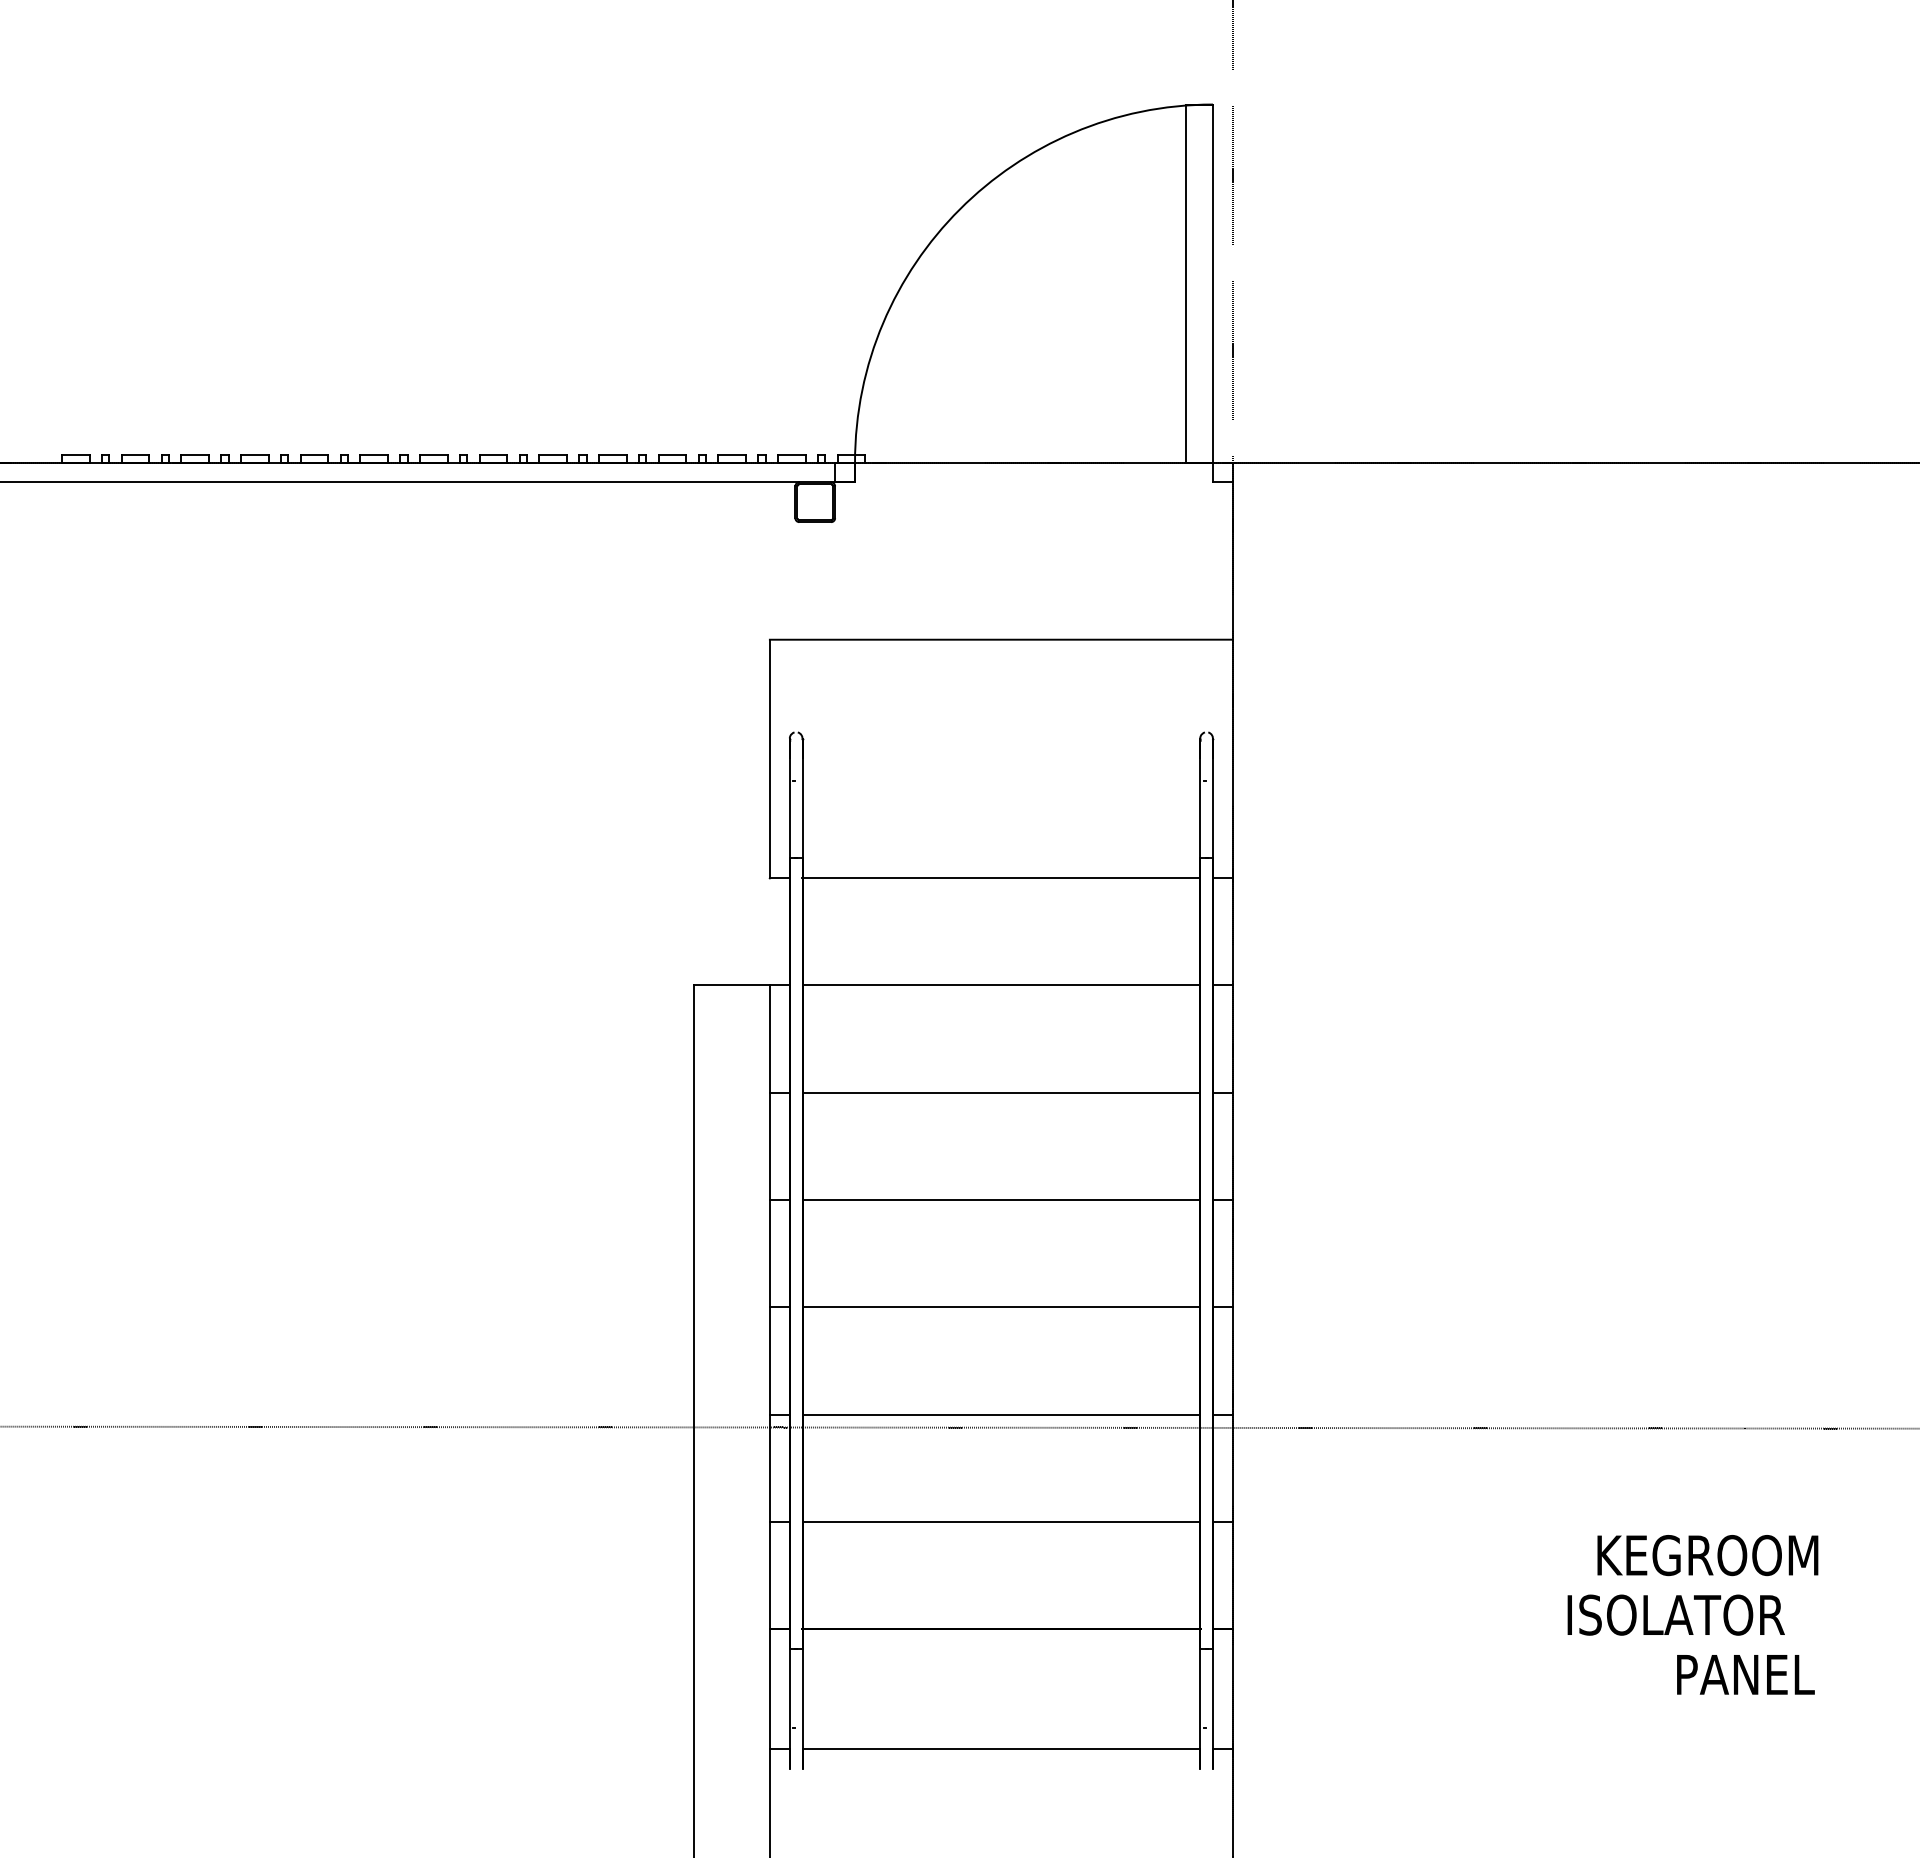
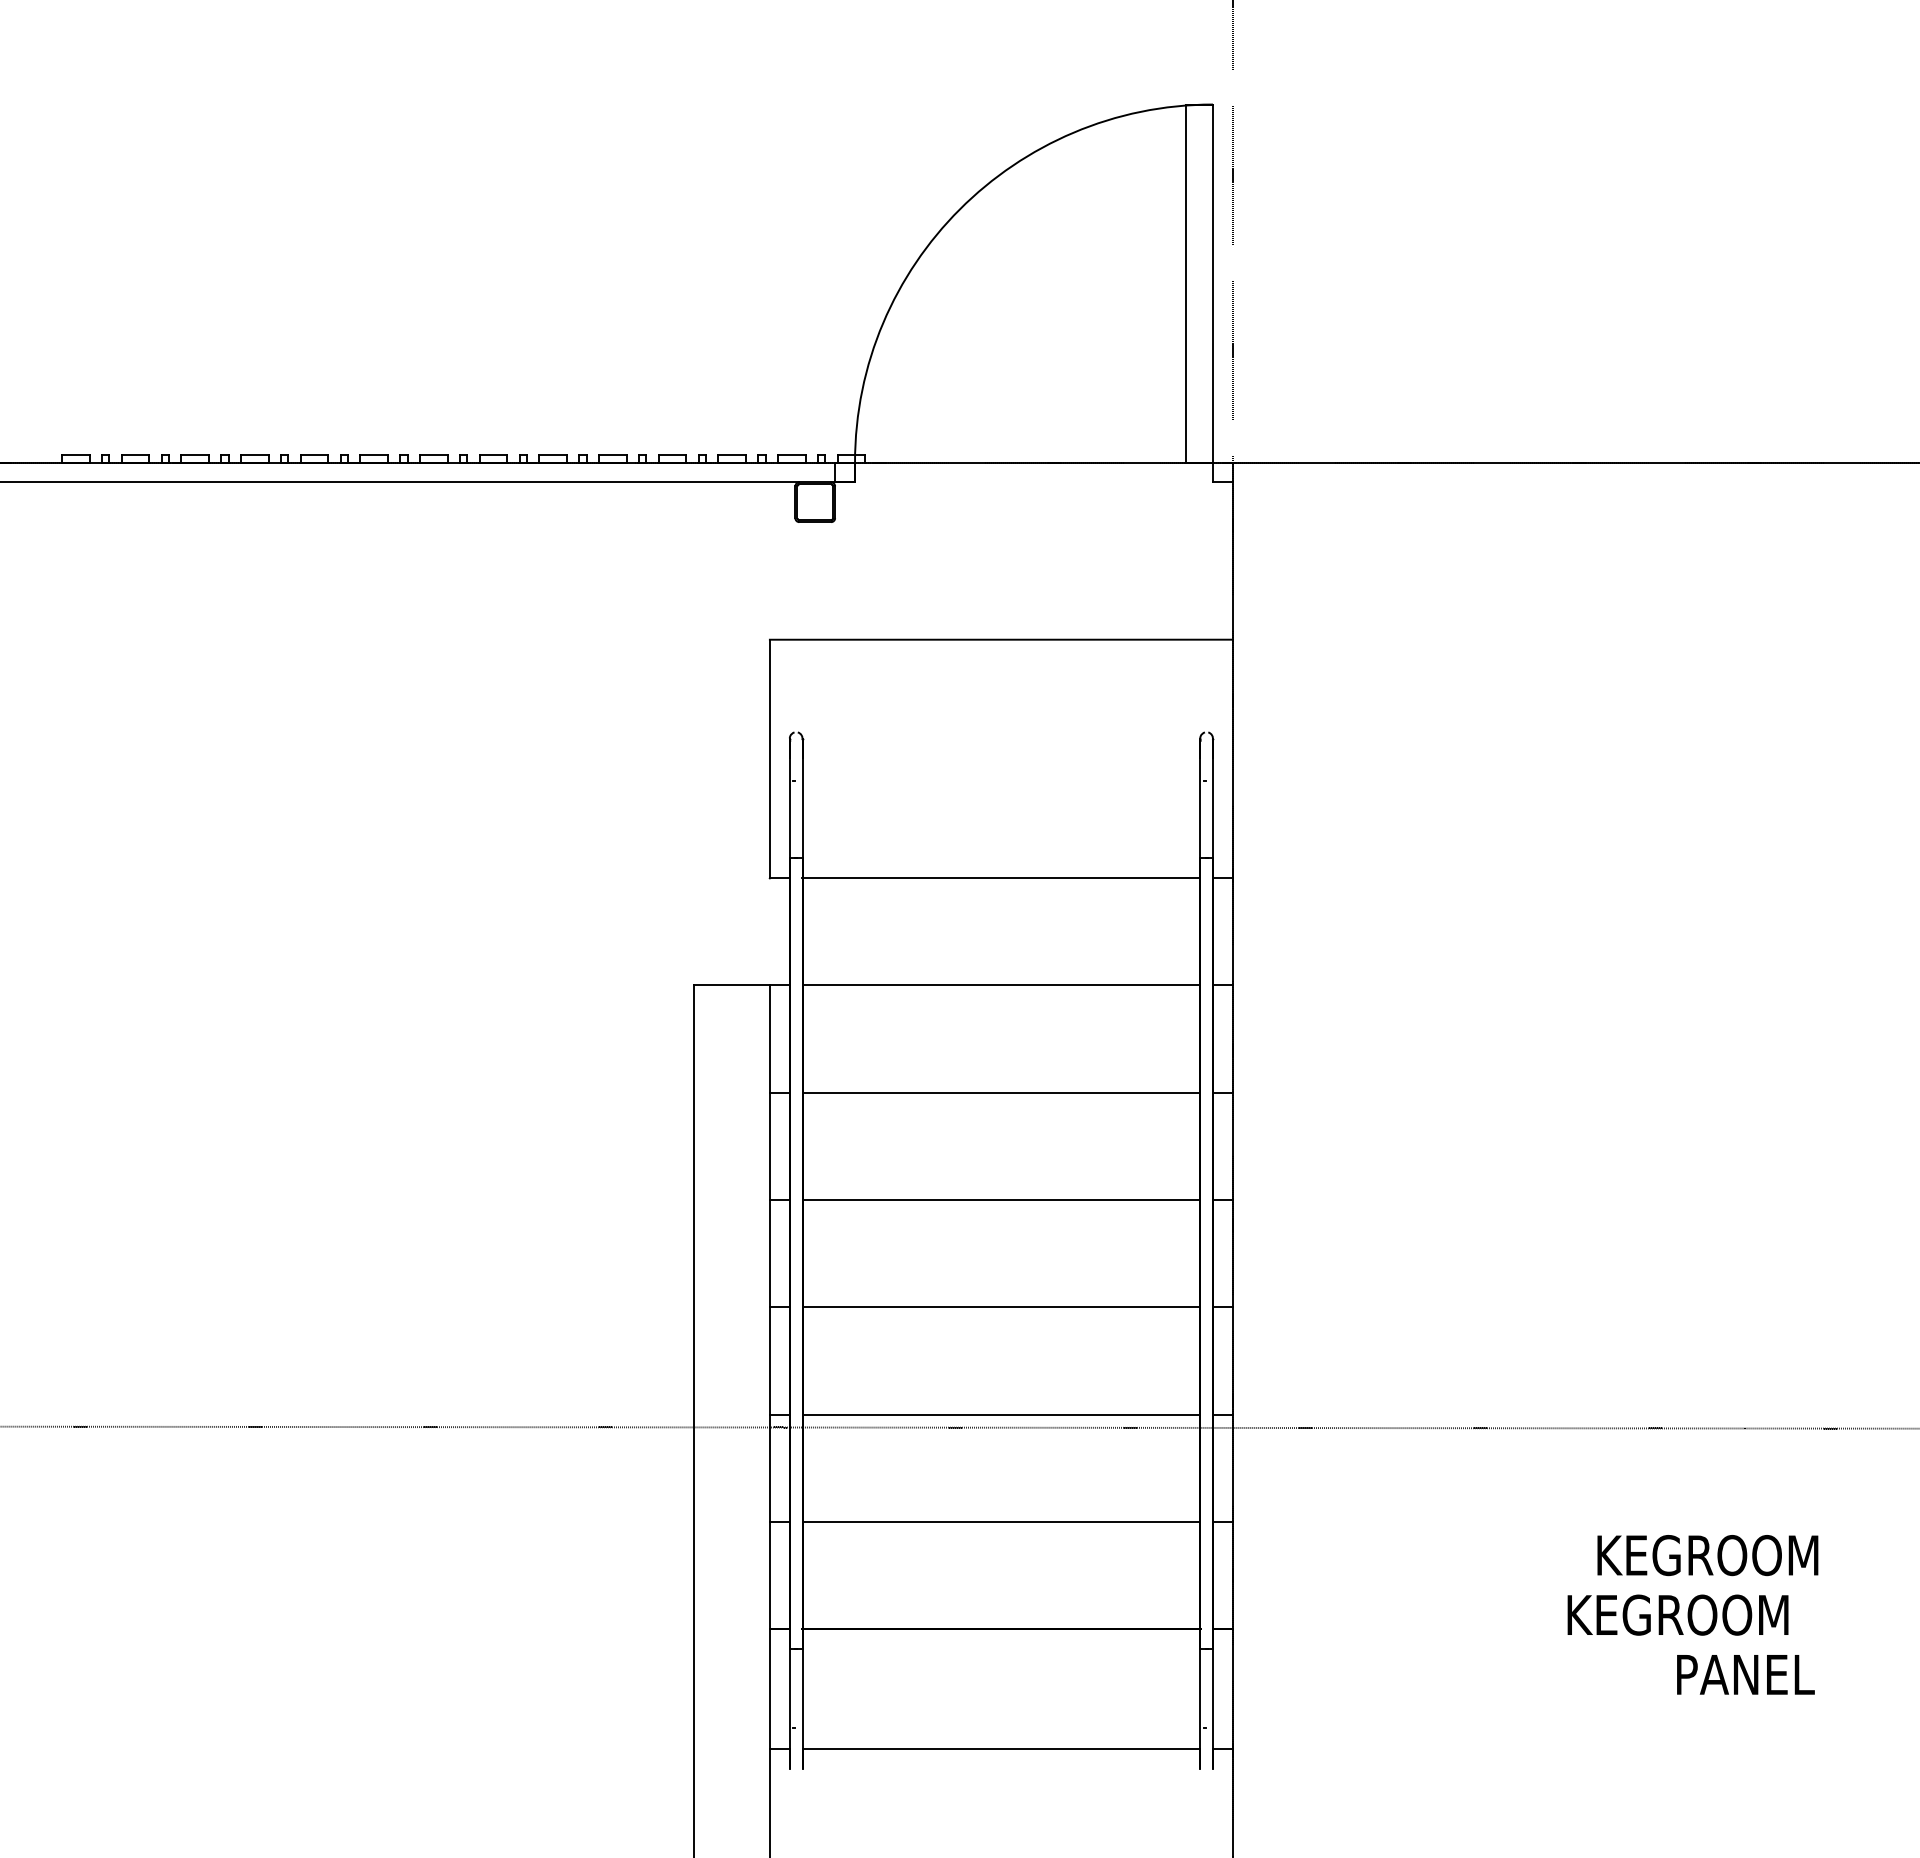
text at (1680, 1614): ISOLATOR -> KEGROOM
